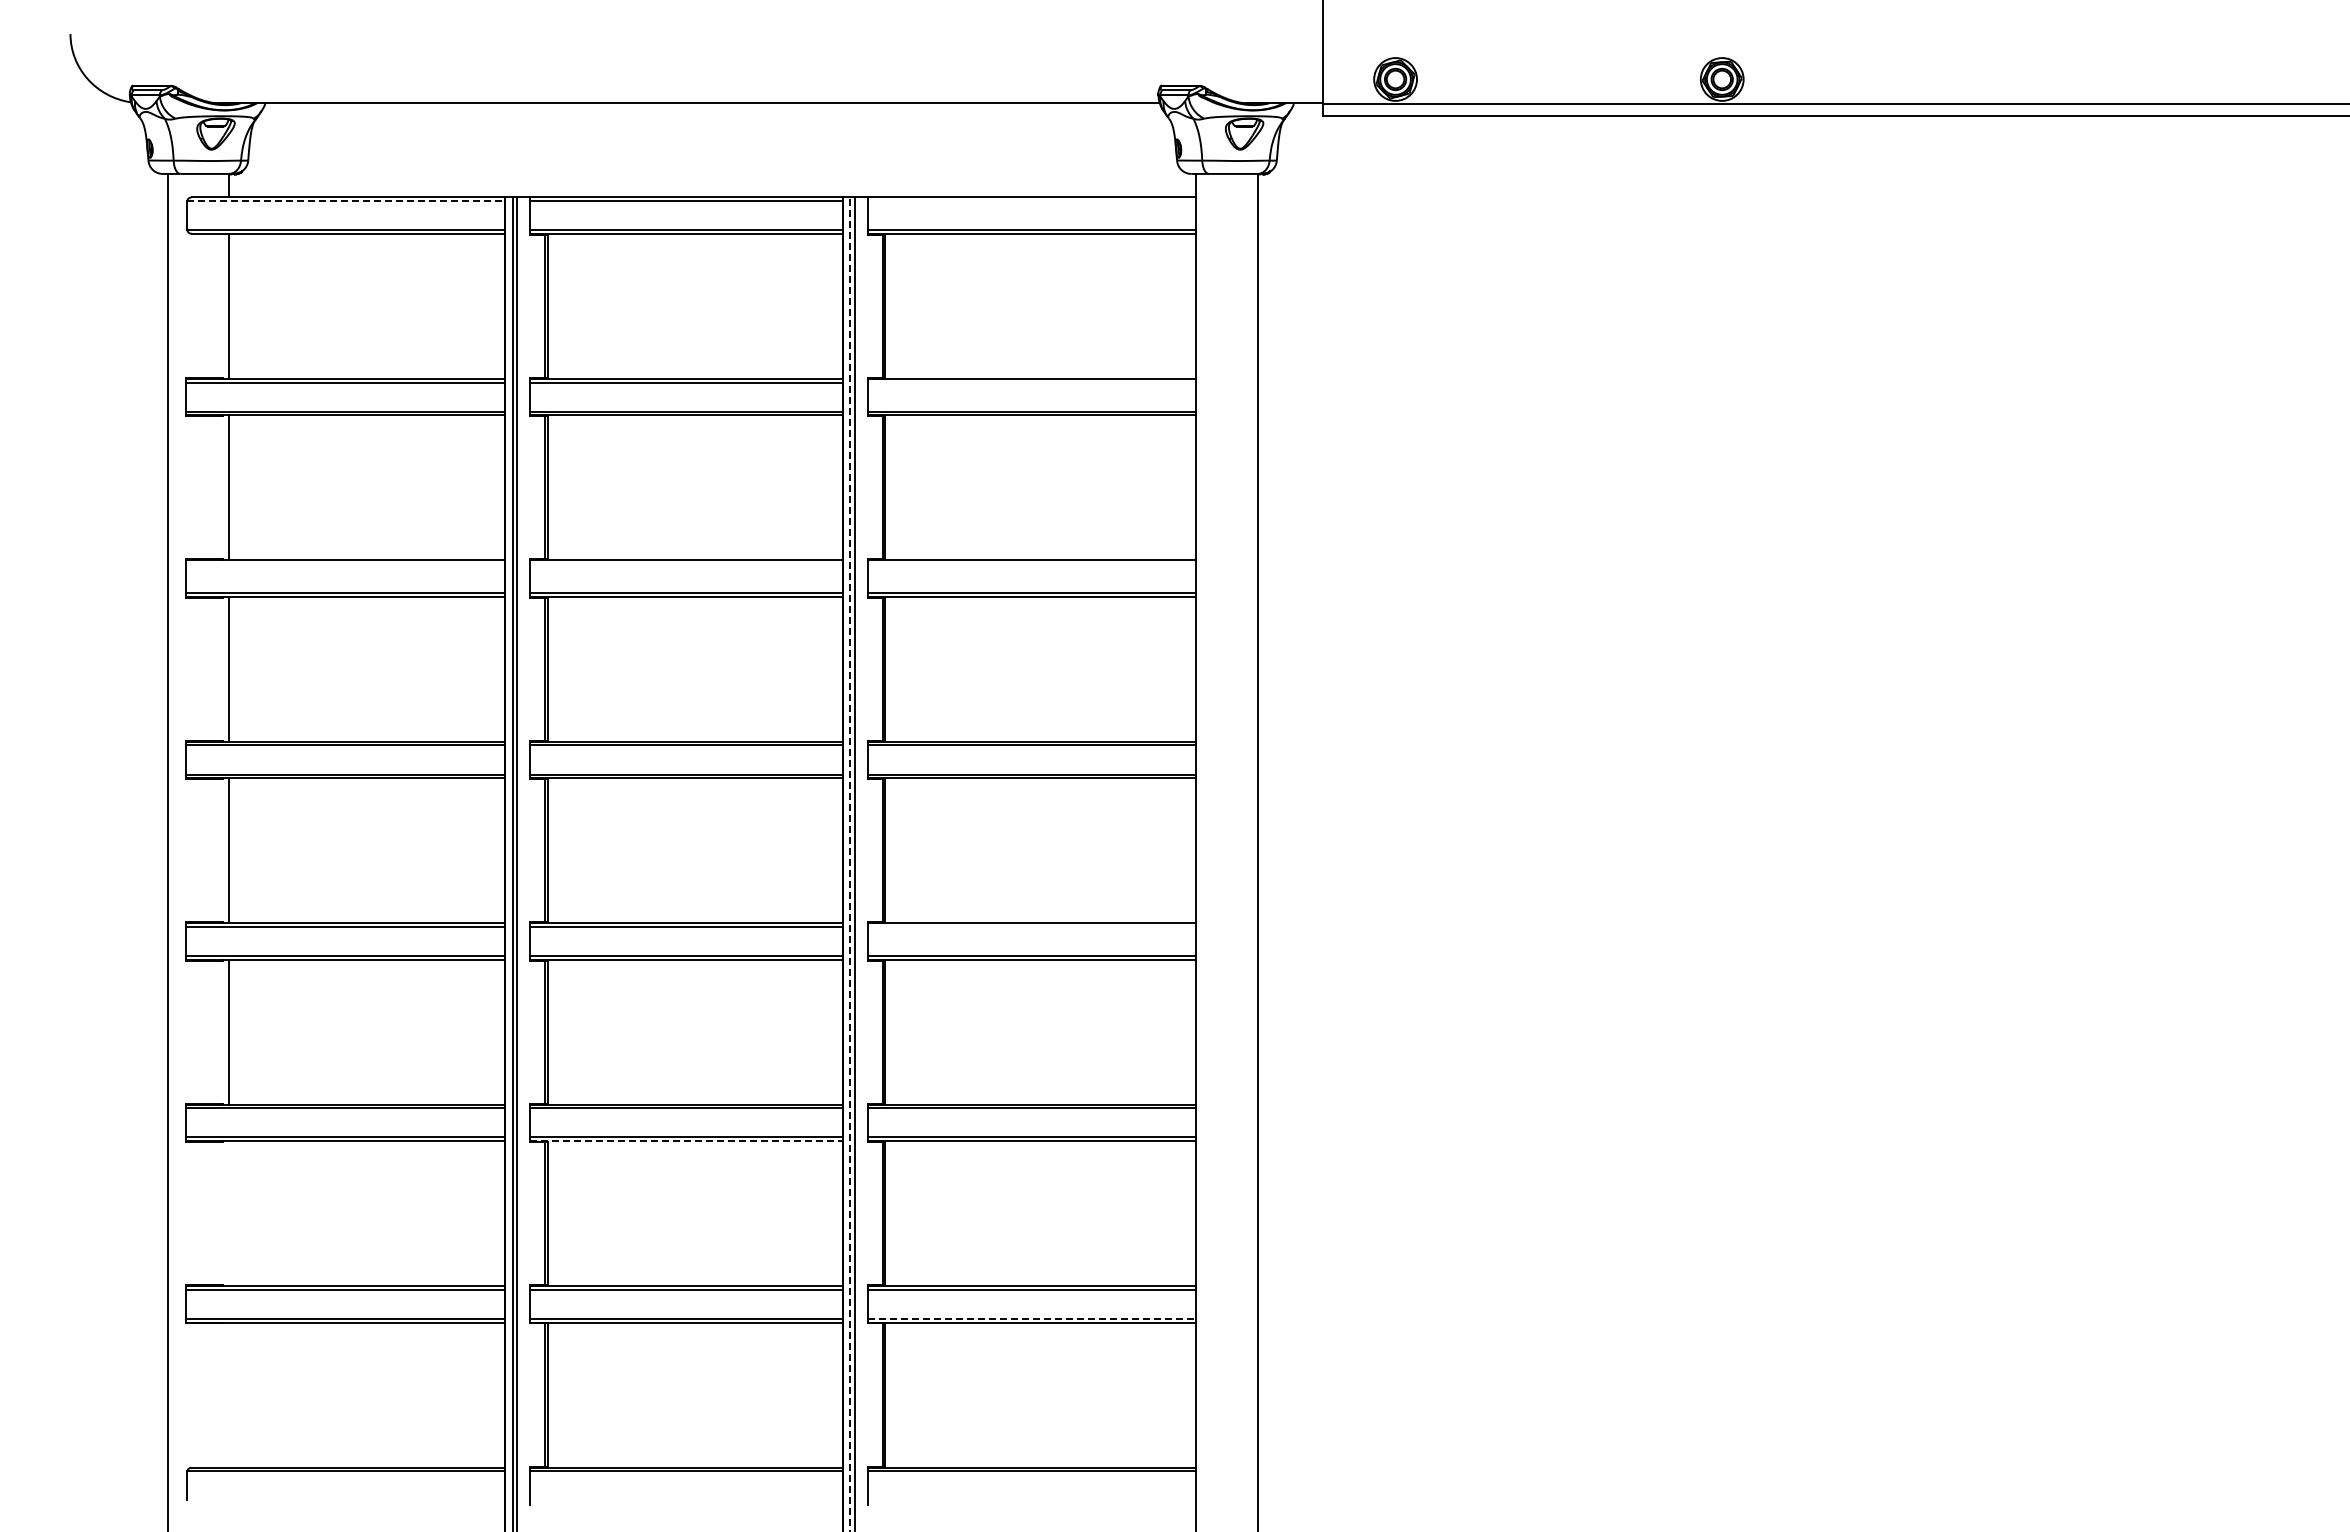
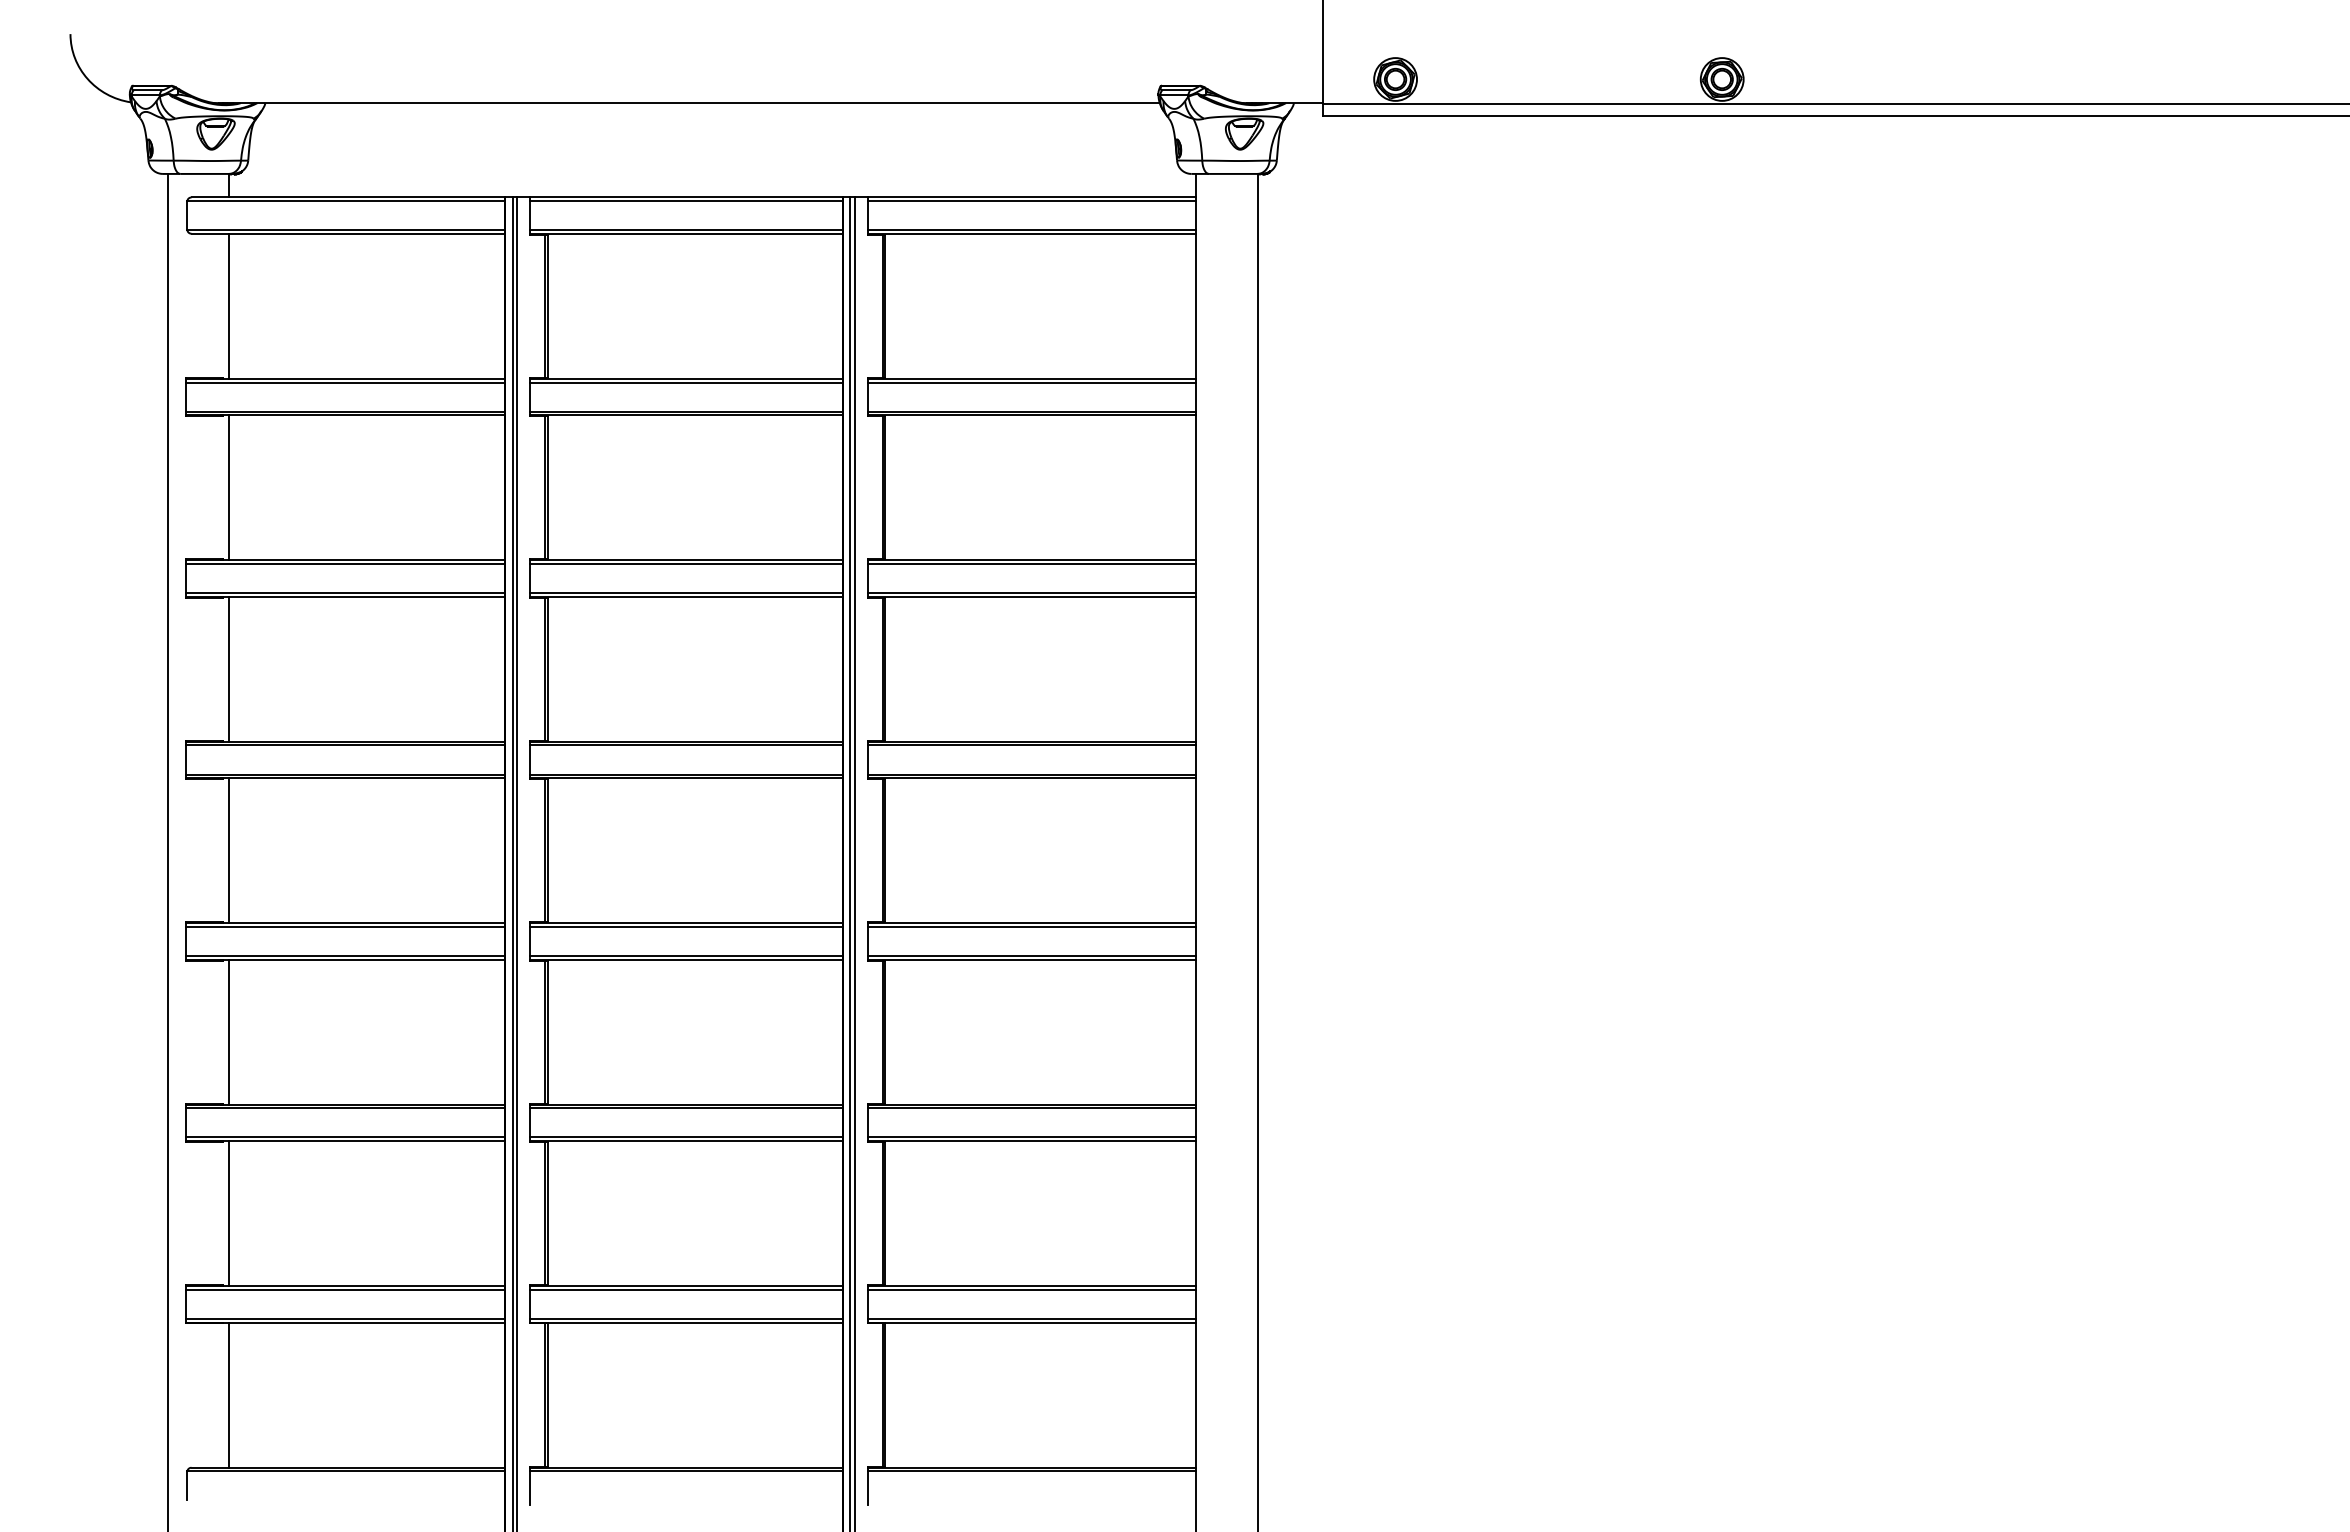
line at (346, 201): dashed -> solid
line at (1031, 201): none -> present
line at (1031, 382): none -> present
line at (345, 564): none -> present
line at (686, 564): none -> present
line at (1031, 564): none -> present
line at (850, 864): dashed -> solid
line at (1031, 926): none -> present
line at (686, 1141): dashed -> solid
line at (228, 1213): none -> present
line at (1032, 1318): dashed -> solid
line at (228, 1394): none -> present
